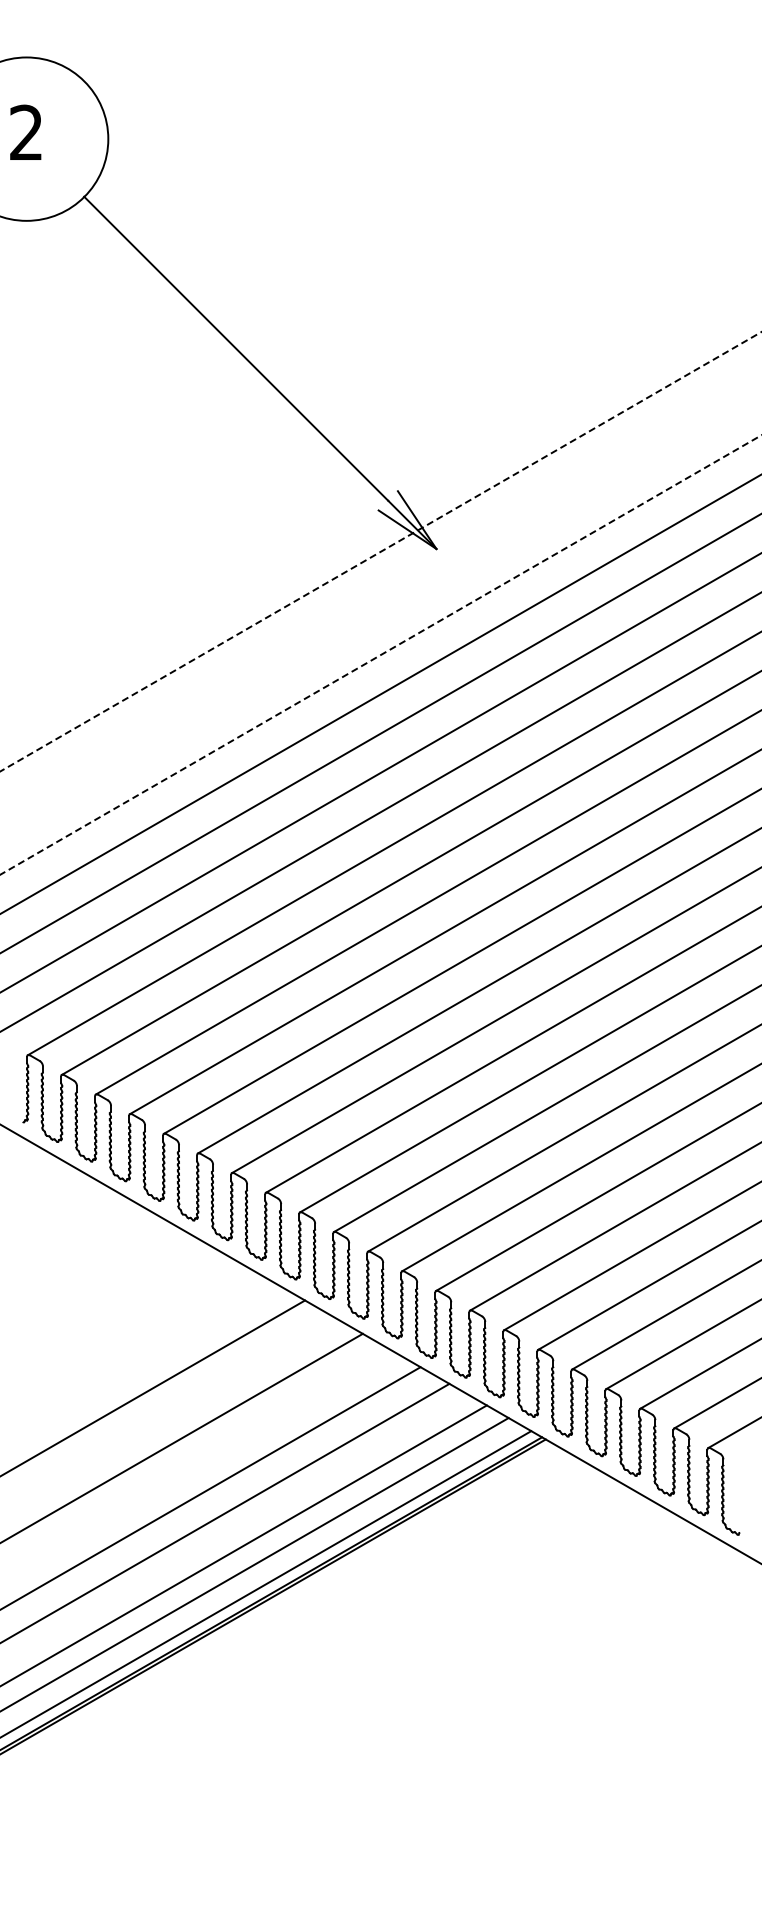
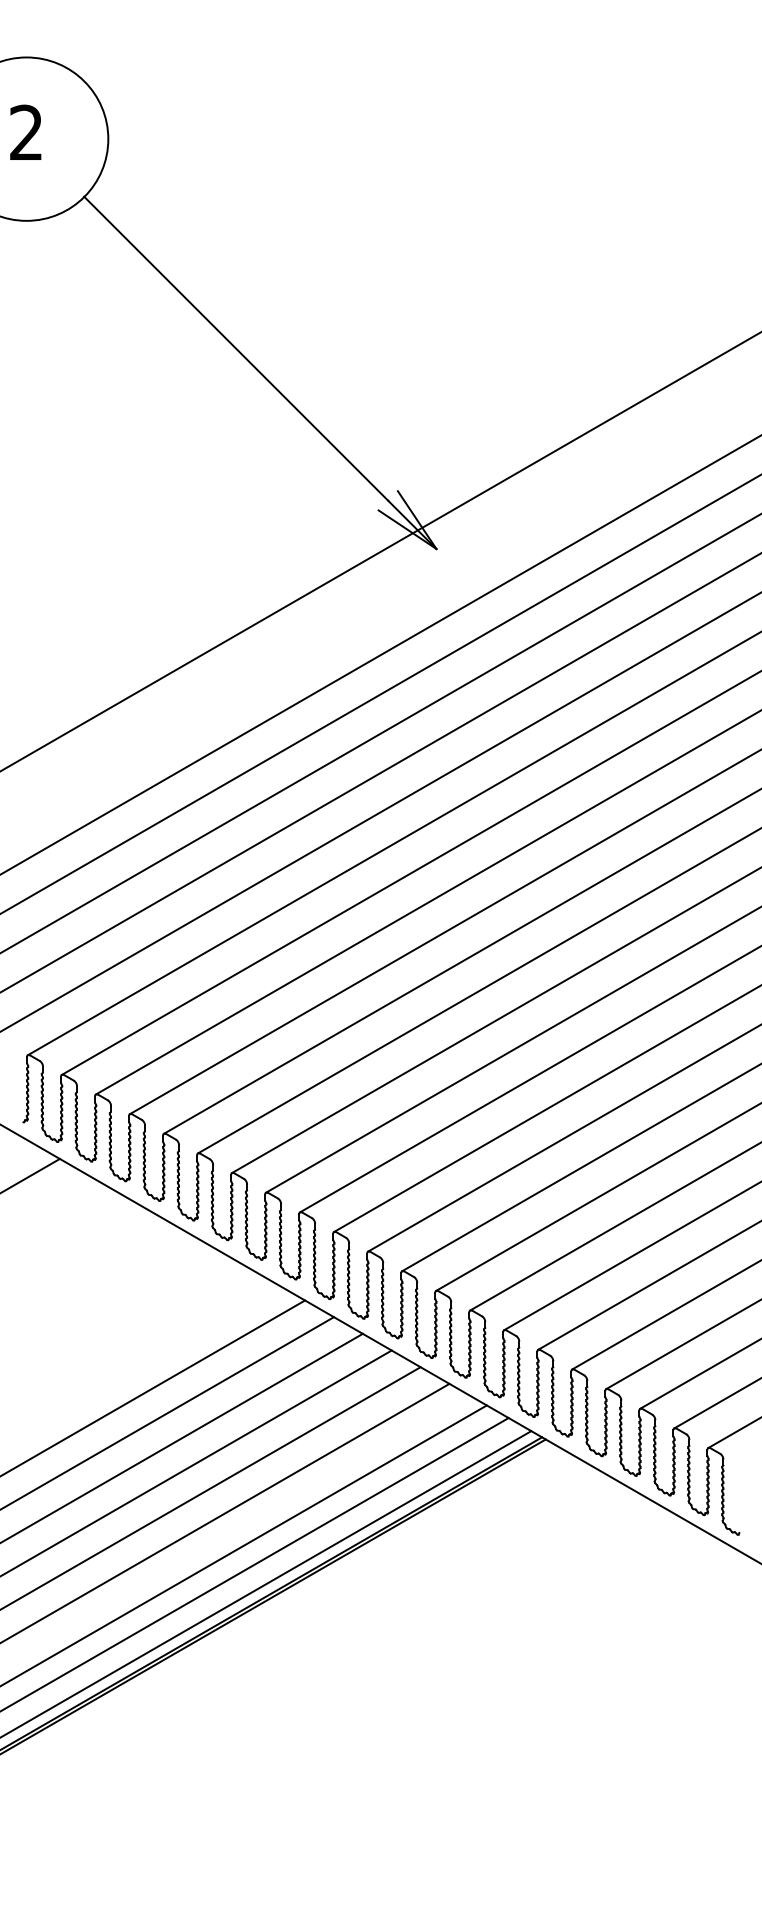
line at (380, 551): dashed -> solid
line at (380, 655): dashed -> solid
line at (30, 1174): none -> present
line at (167, 1412): none -> present
line at (196, 1462): none -> present
